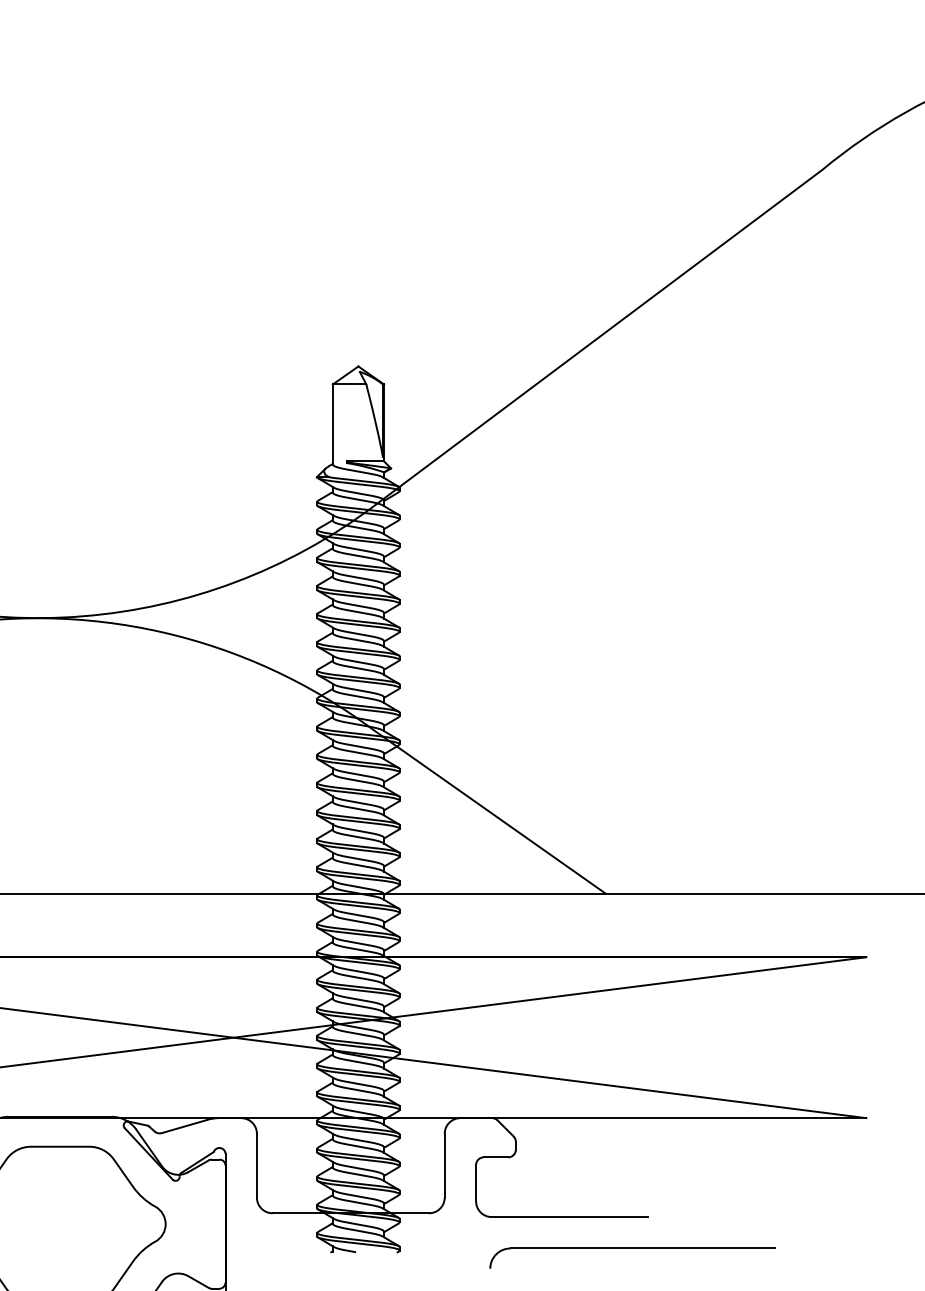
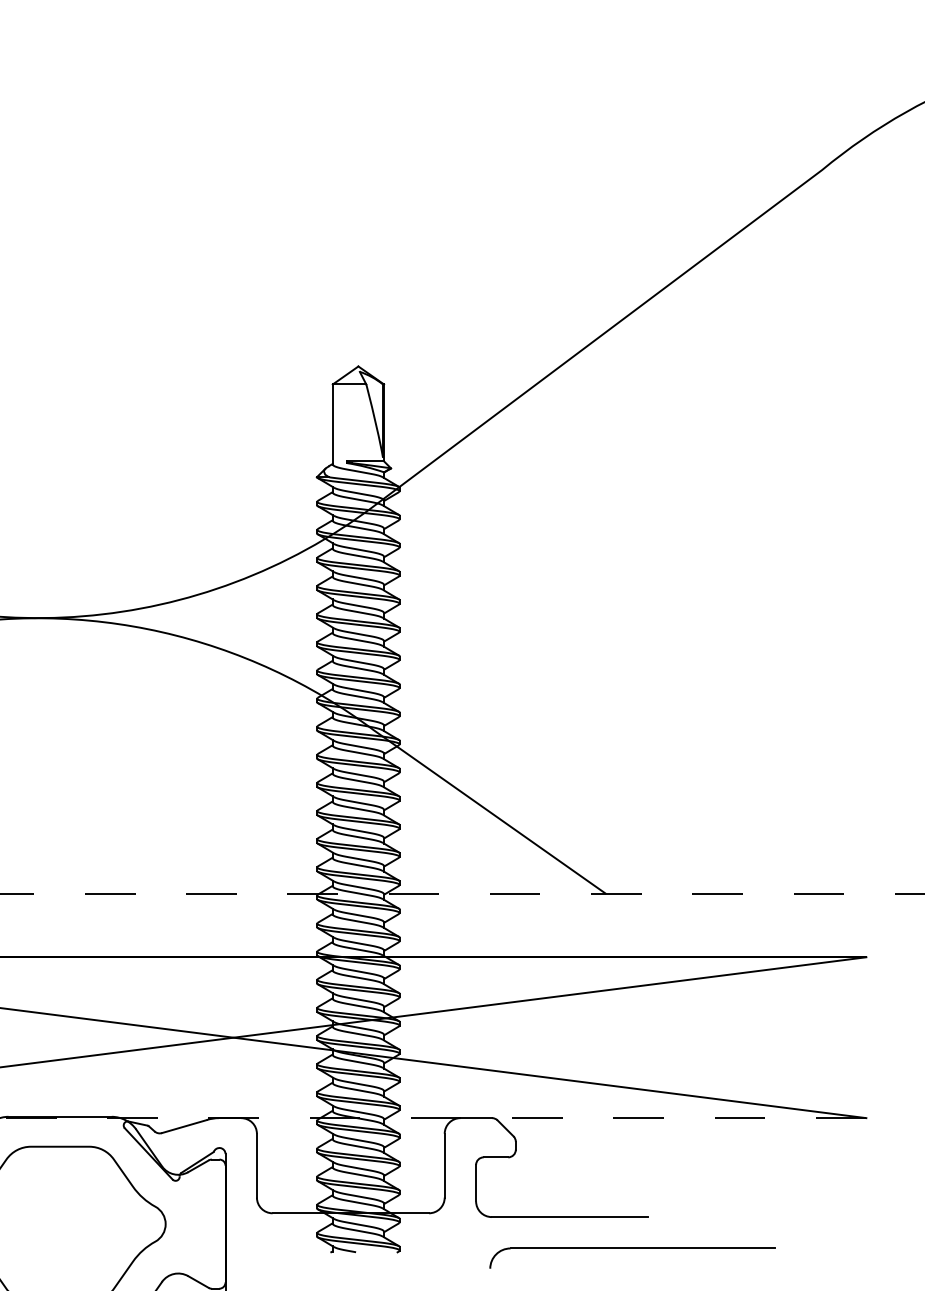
line at (462, 894): solid -> dashed
line at (433, 1118): solid -> dashed
